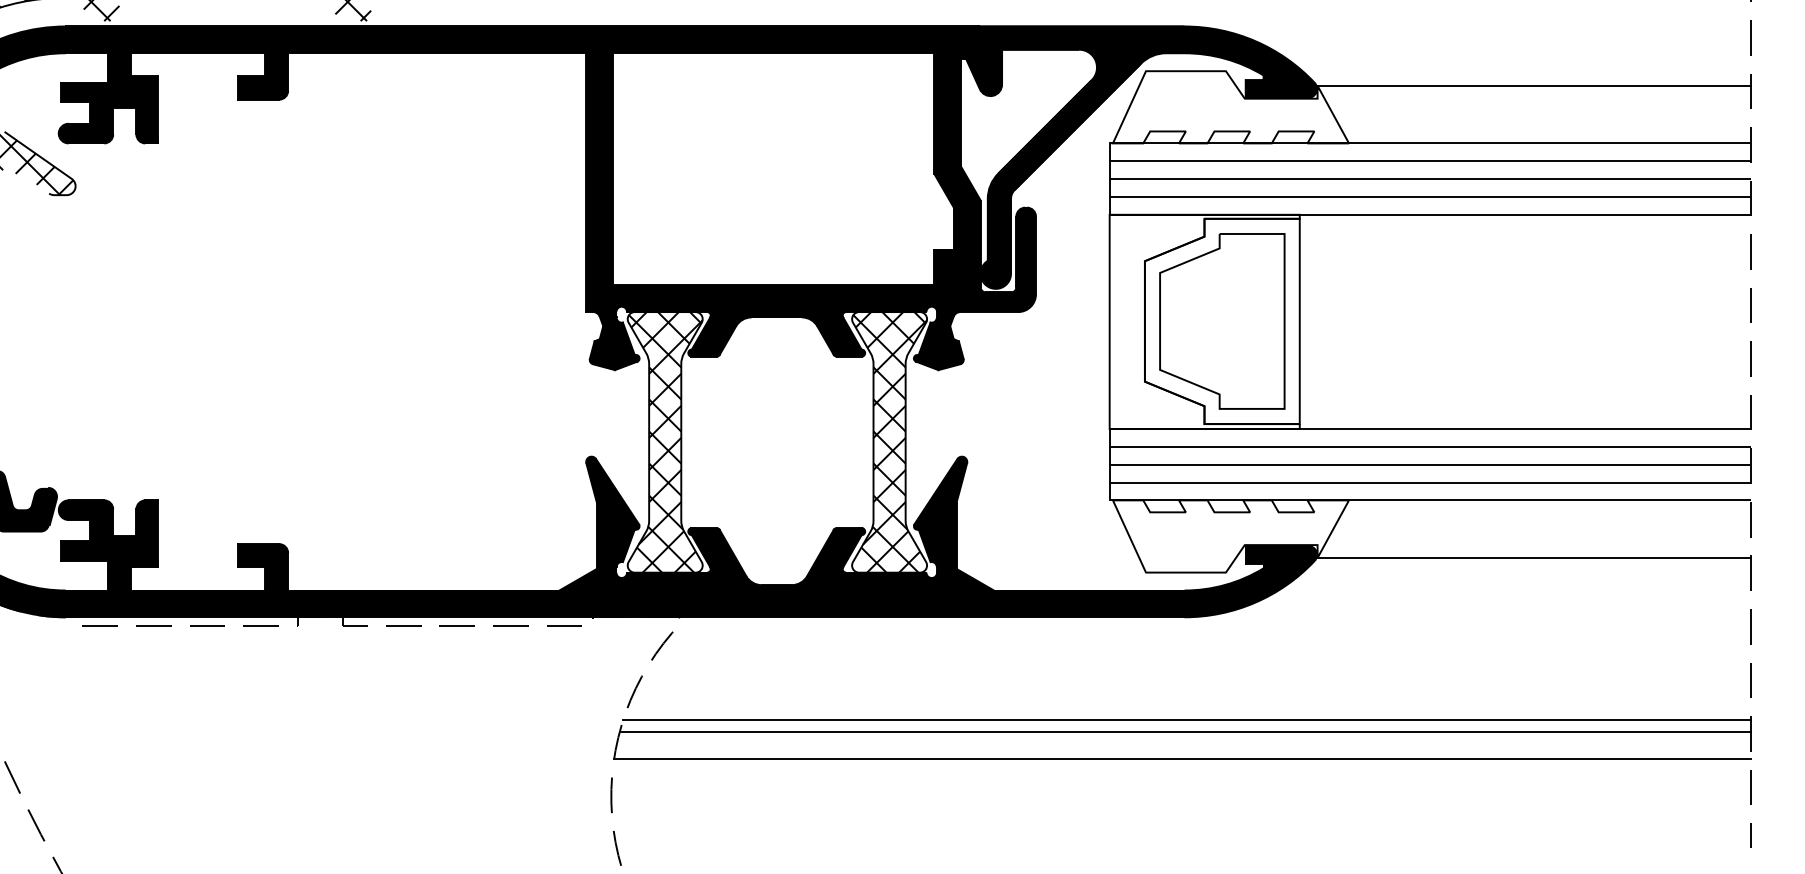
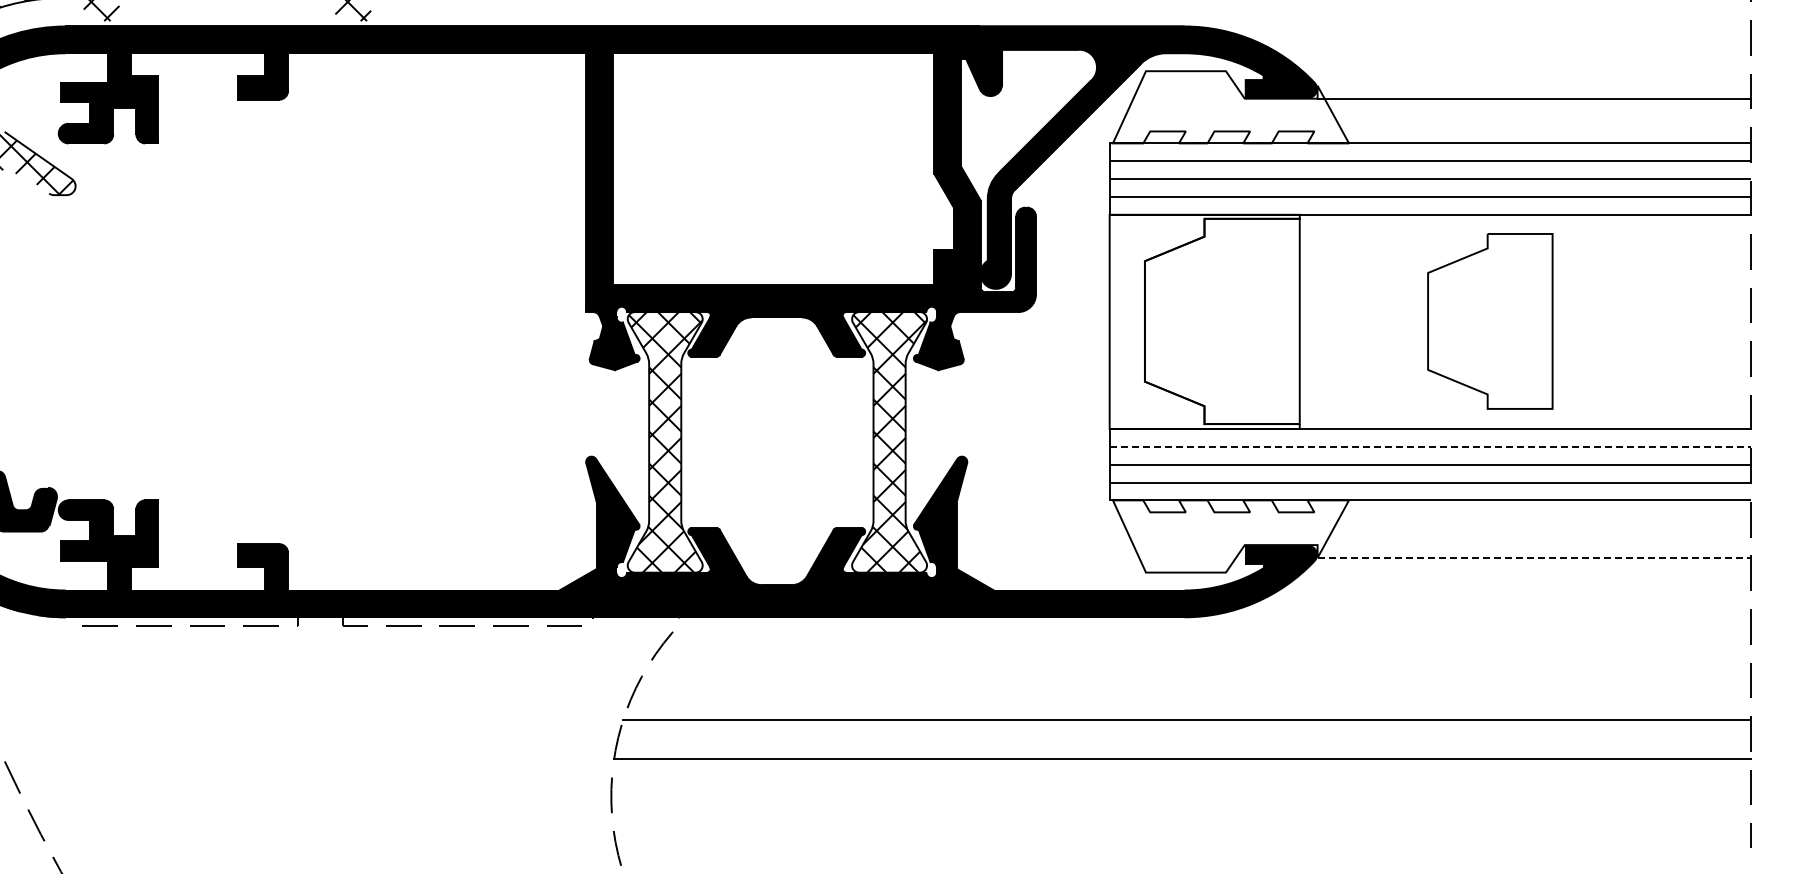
line at (1533, 85) position: (1533, 85) -> (1533, 98)
part at (1222, 321) position: (1222, 321) -> (1490, 321)
line at (1430, 446): solid -> dashed
line at (1534, 557): solid -> dashed
line at (1184, 732): present -> none
